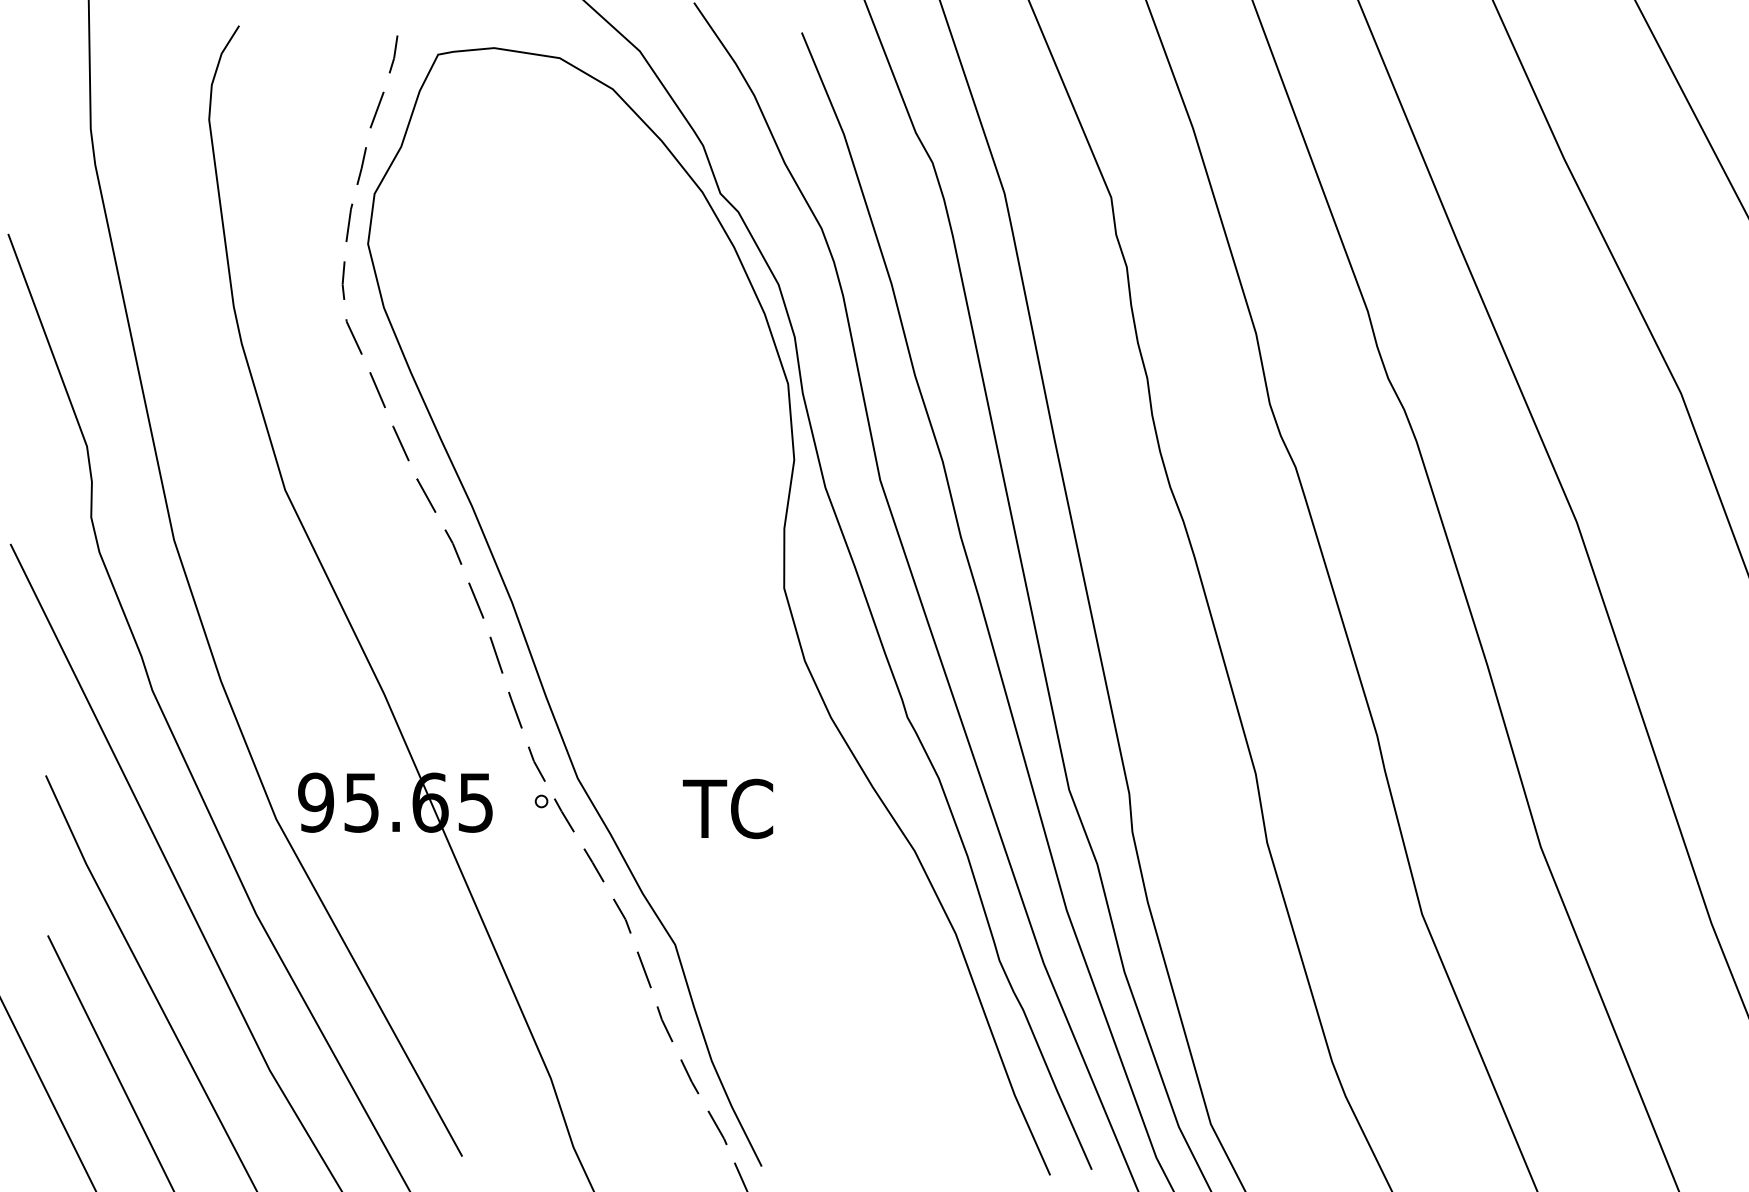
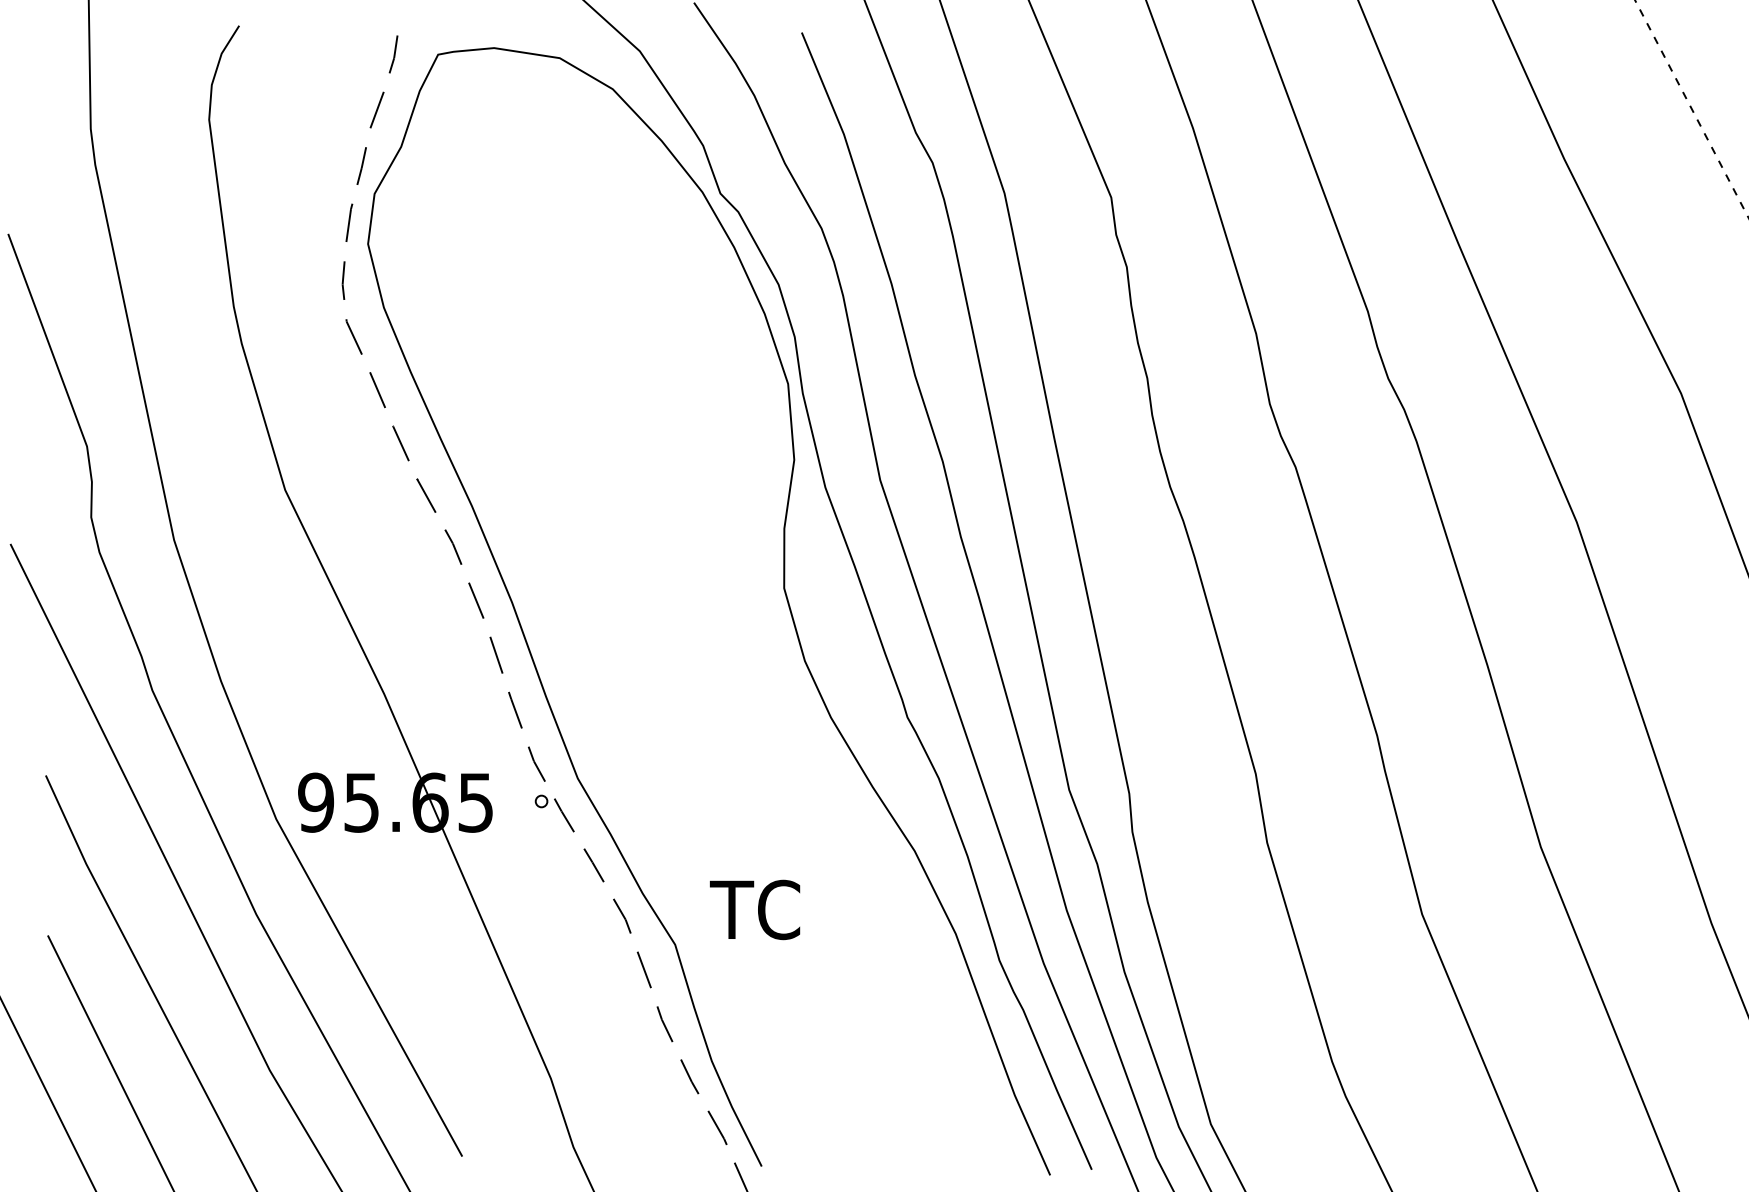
line at (1692, 109): solid -> dashed
text at (728, 808) position: (728, 808) -> (755, 909)
